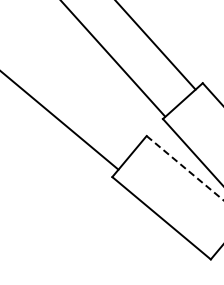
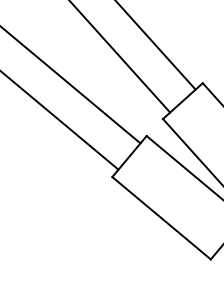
line at (113, 59) position: (113, 59) -> (120, 57)
line at (71, 85): none -> present
line at (185, 168): dashed -> solid
